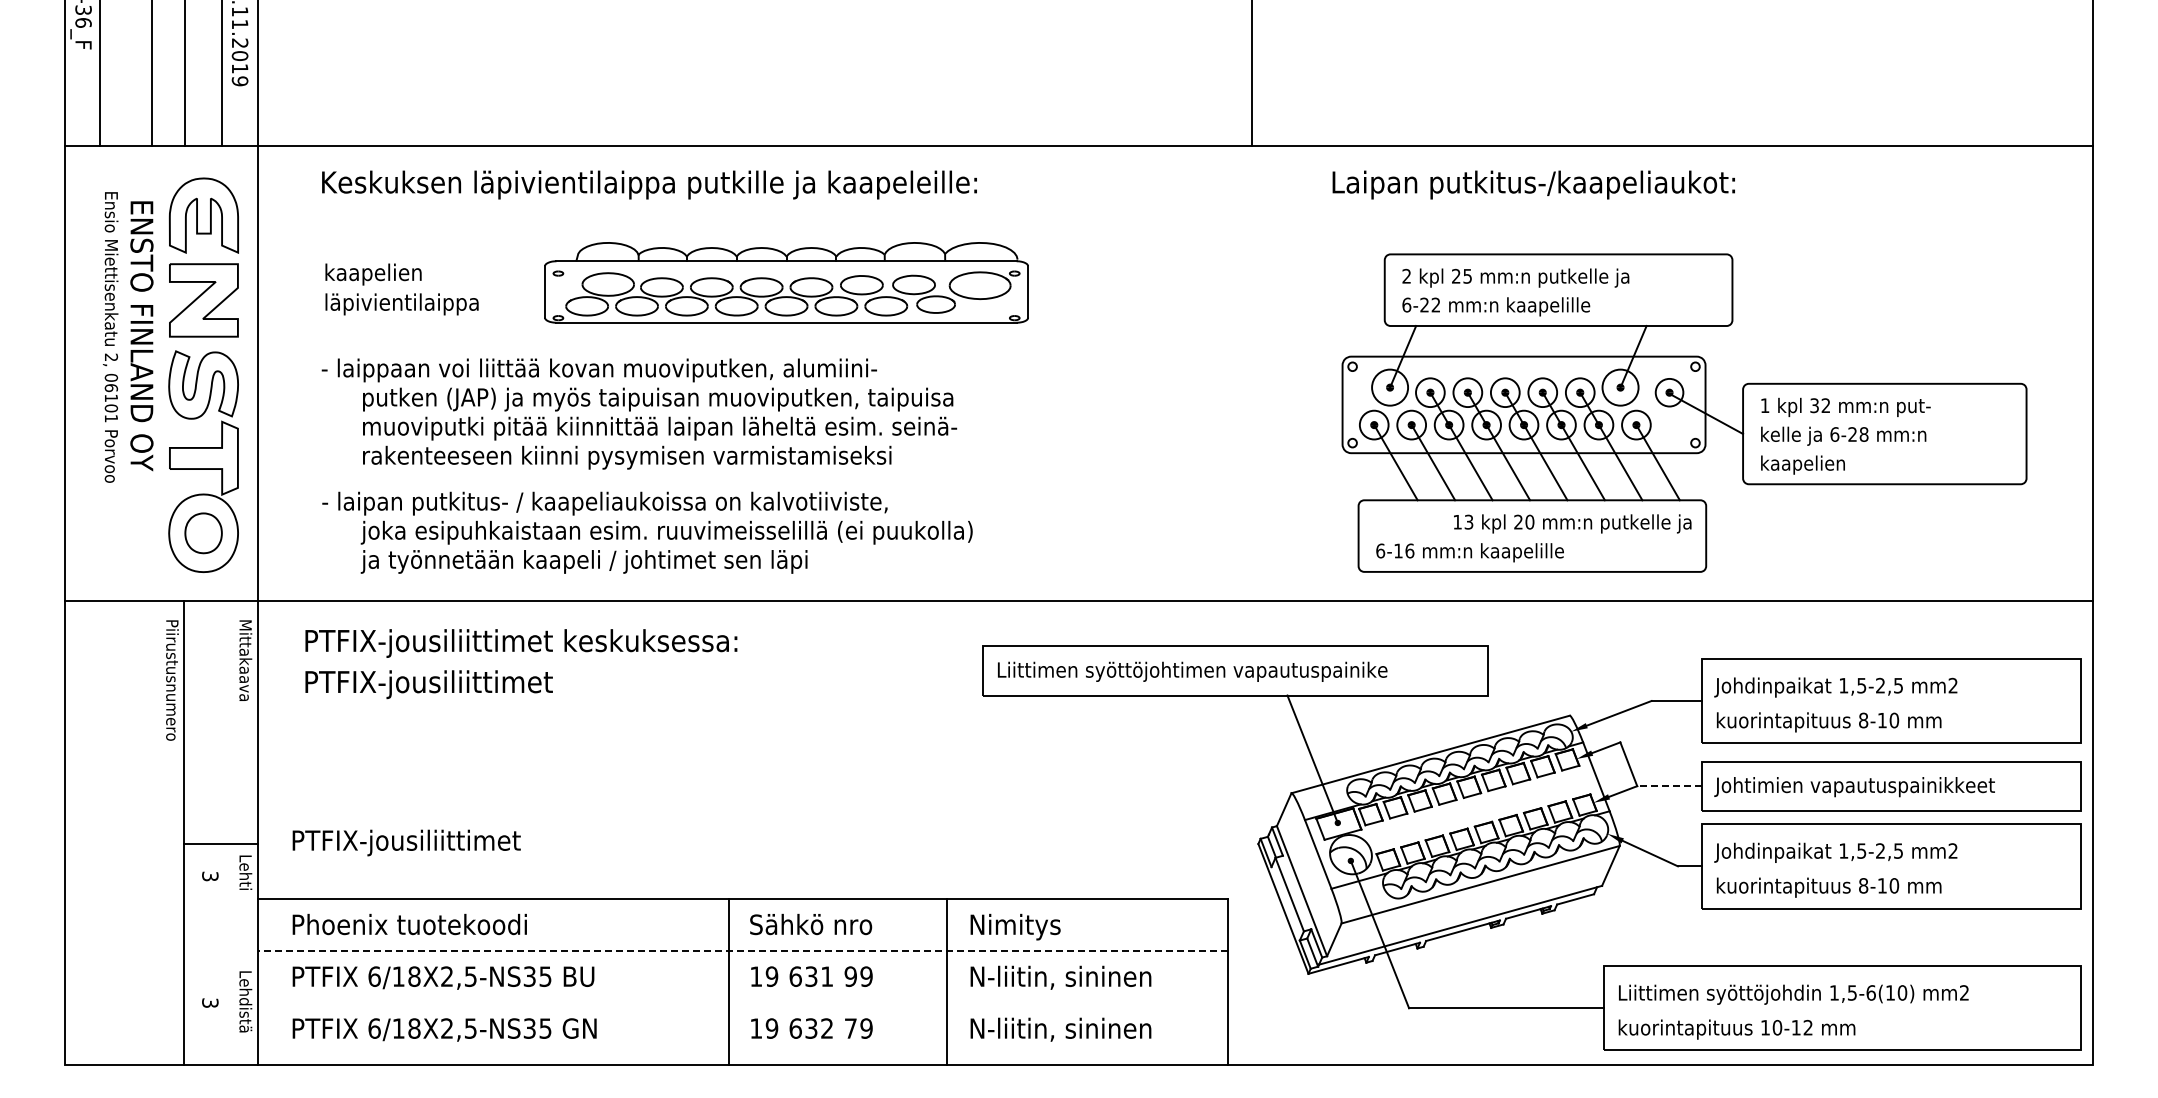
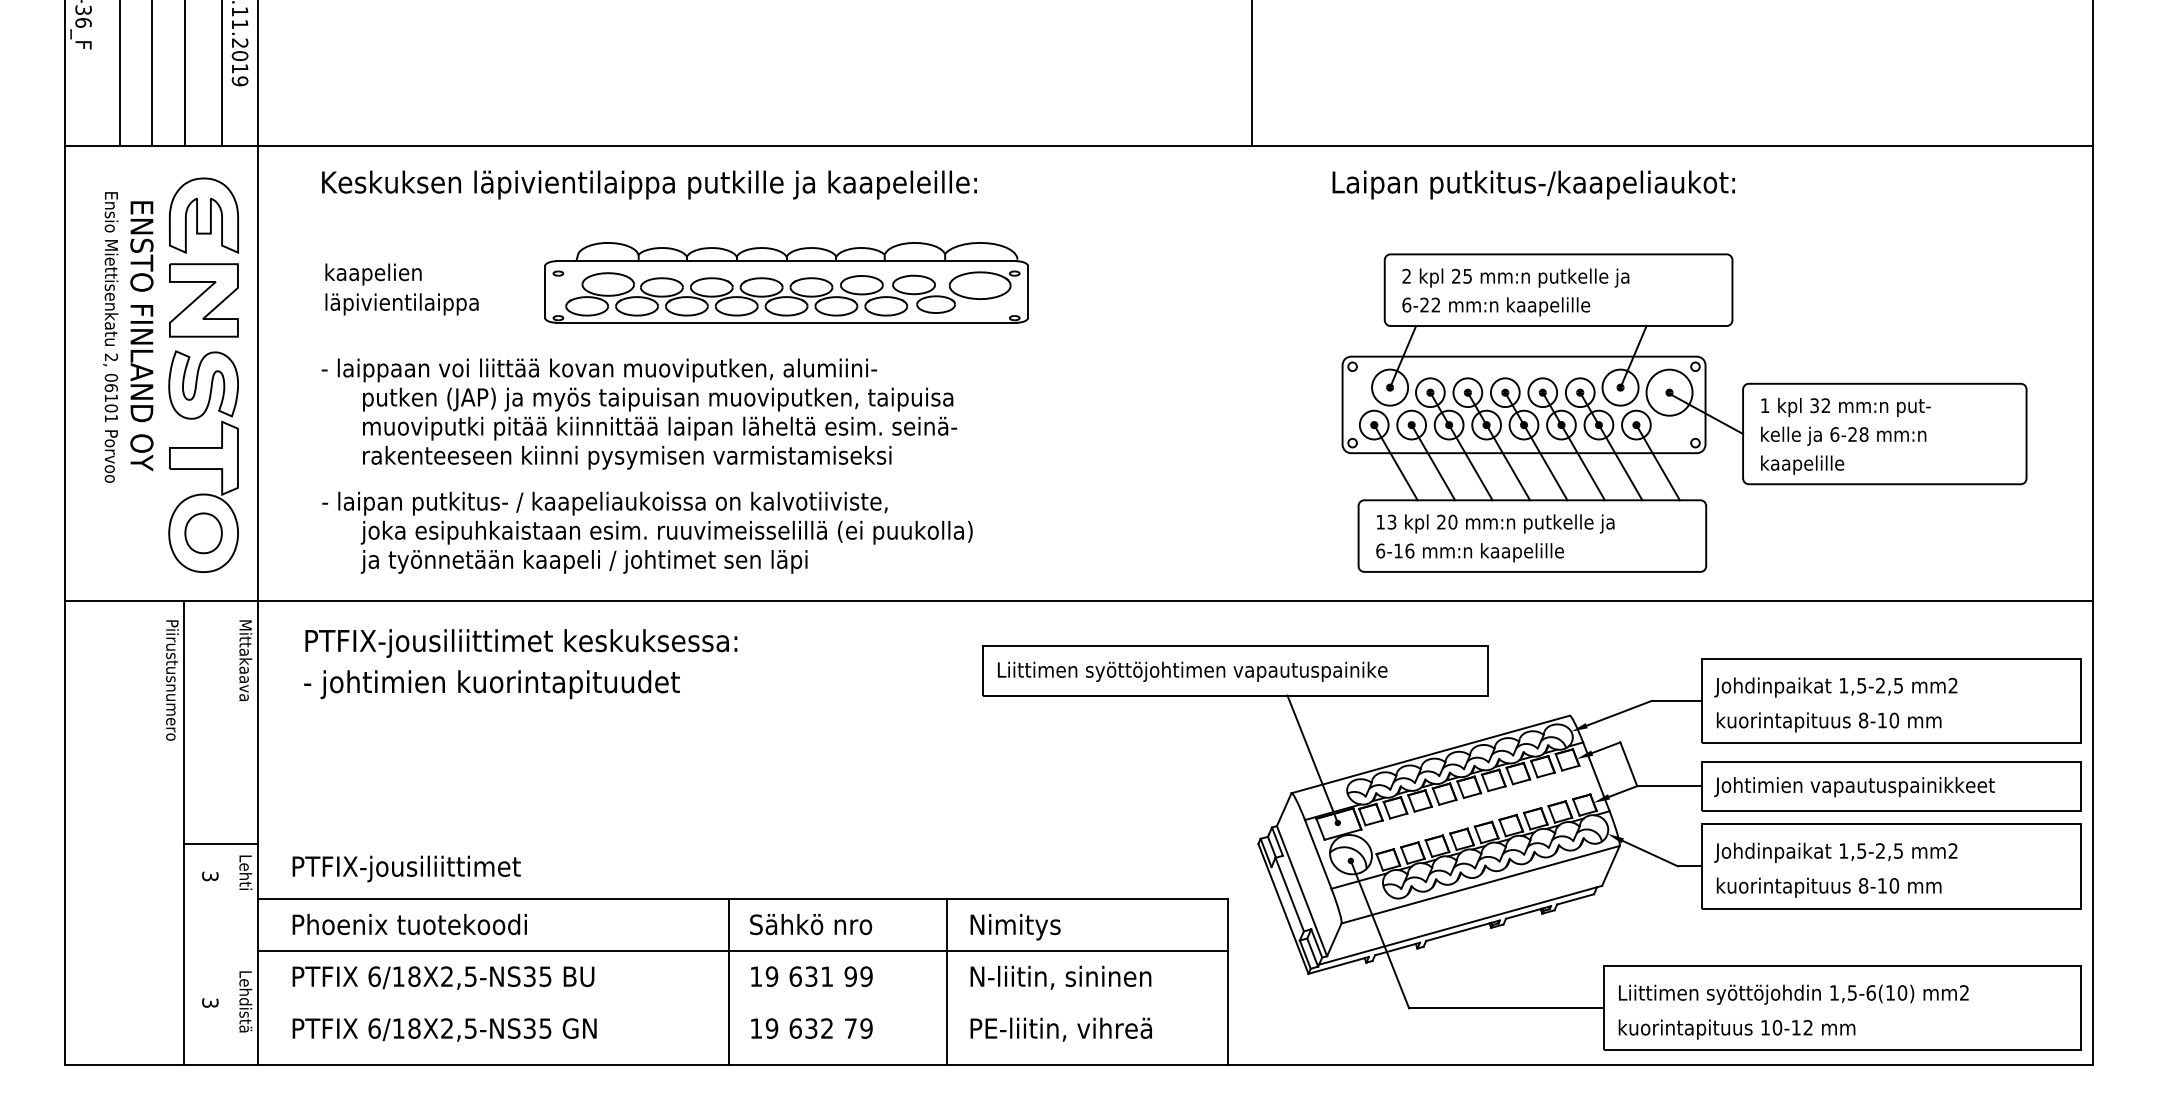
line at (100, 74) position: (100, 74) -> (120, 74)
circle at (1669, 392) diameter: 28 px -> 46 px
text at (1834, 462): kaapelien -> kaapelille
text at (1572, 523) position: (1572, 523) -> (1495, 523)
text at (491, 684): PTFIX-jousiliittimet -> - johtimien kuorintapituudet
line at (1669, 786): dashed -> solid
text at (406, 842) position: (406, 842) -> (406, 868)
line at (742, 950): dashed -> solid
text at (1062, 1029): N-liitin, sininen -> PE-liitin, vihreä
